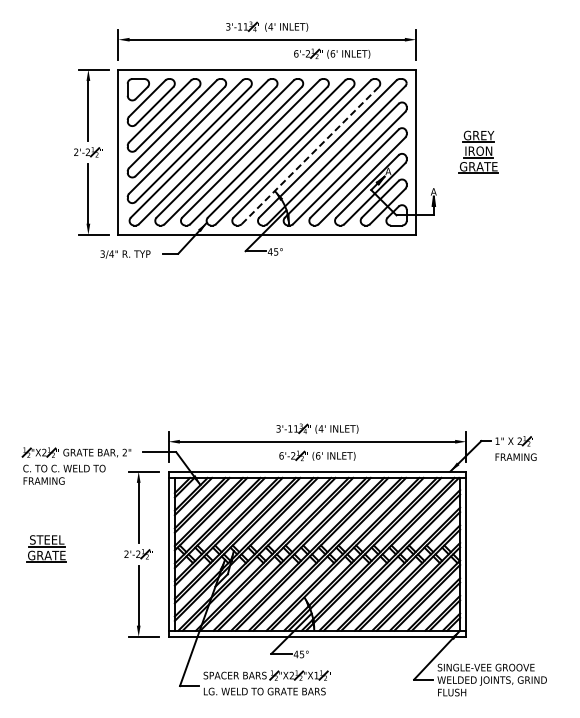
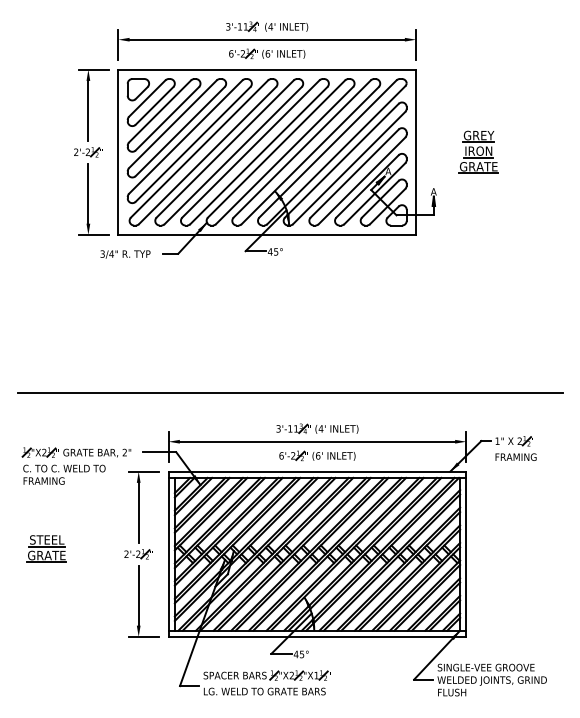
part at (332, 53) position: (332, 53) -> (267, 53)
line at (310, 155): dashed -> solid
line at (289, 392): none -> present
